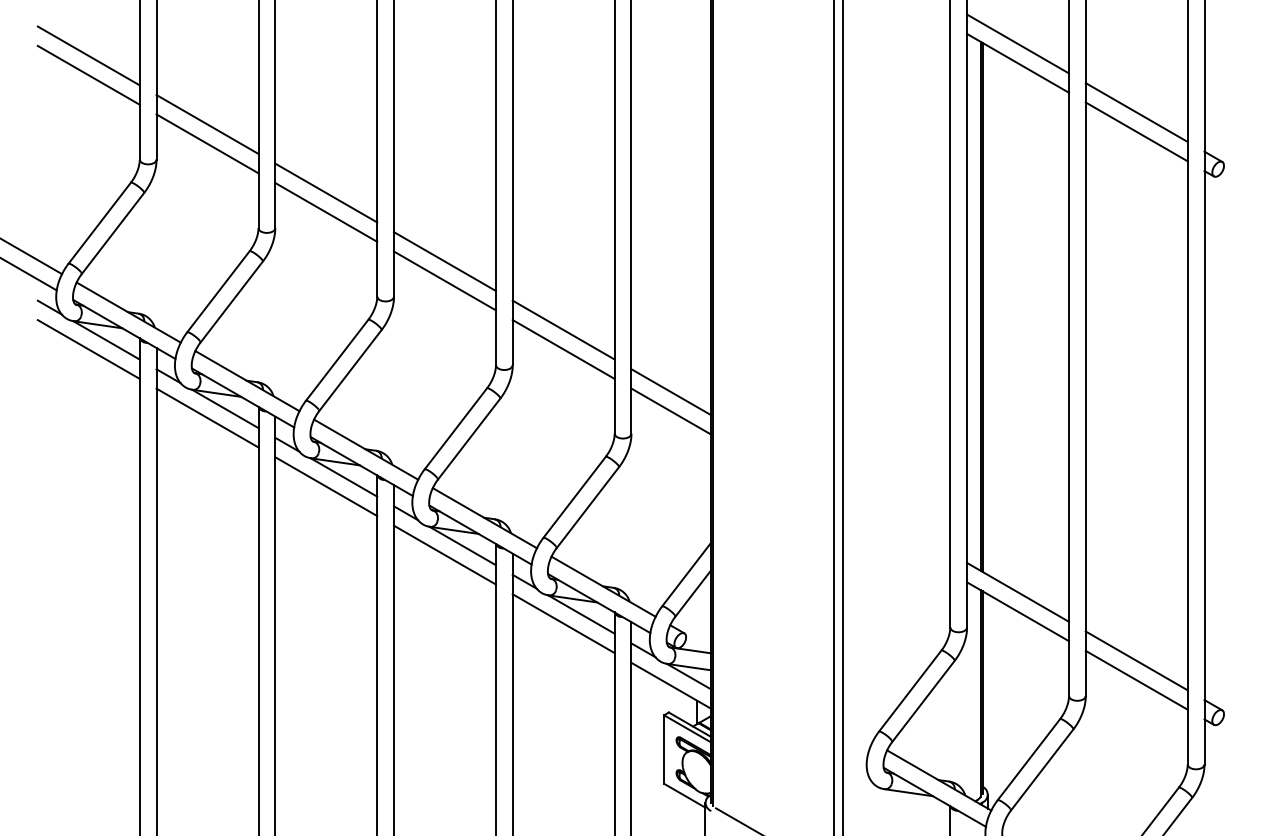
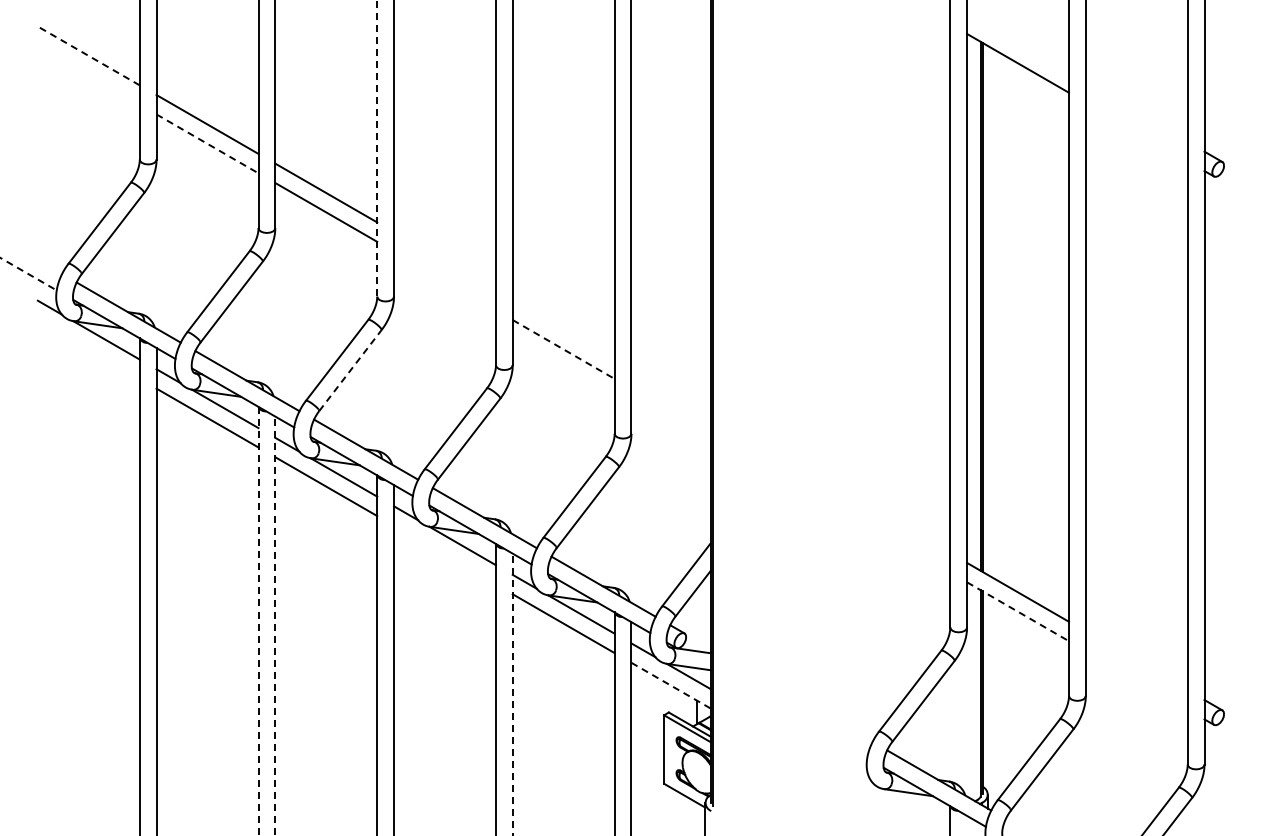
line at (1018, 43): present -> none
line at (88, 55): solid -> dashed
line at (88, 74): present -> none
line at (1136, 112): present -> none
line at (1136, 131): present -> none
line at (207, 143): solid -> dashed
line at (377, 148): solid -> dashed
line at (32, 256): present -> none
line at (444, 261): present -> none
line at (29, 274): solid -> dashed
line at (444, 280): present -> none
line at (563, 329): present -> none
line at (88, 349): present -> none
line at (563, 349): solid -> dashed
line at (350, 370): solid -> dashed
line at (670, 391): present -> none
line at (670, 411): present -> none
line at (833, 417): present -> none
line at (843, 417): present -> none
line at (444, 554): present -> none
line at (1018, 611): solid -> dashed
line at (258, 621): solid -> dashed
line at (275, 625): solid -> dashed
line at (1136, 660): present -> none
line at (1136, 679): present -> none
line at (671, 685): solid -> dashed
line at (512, 694): solid -> dashed
line at (737, 820): present -> none
